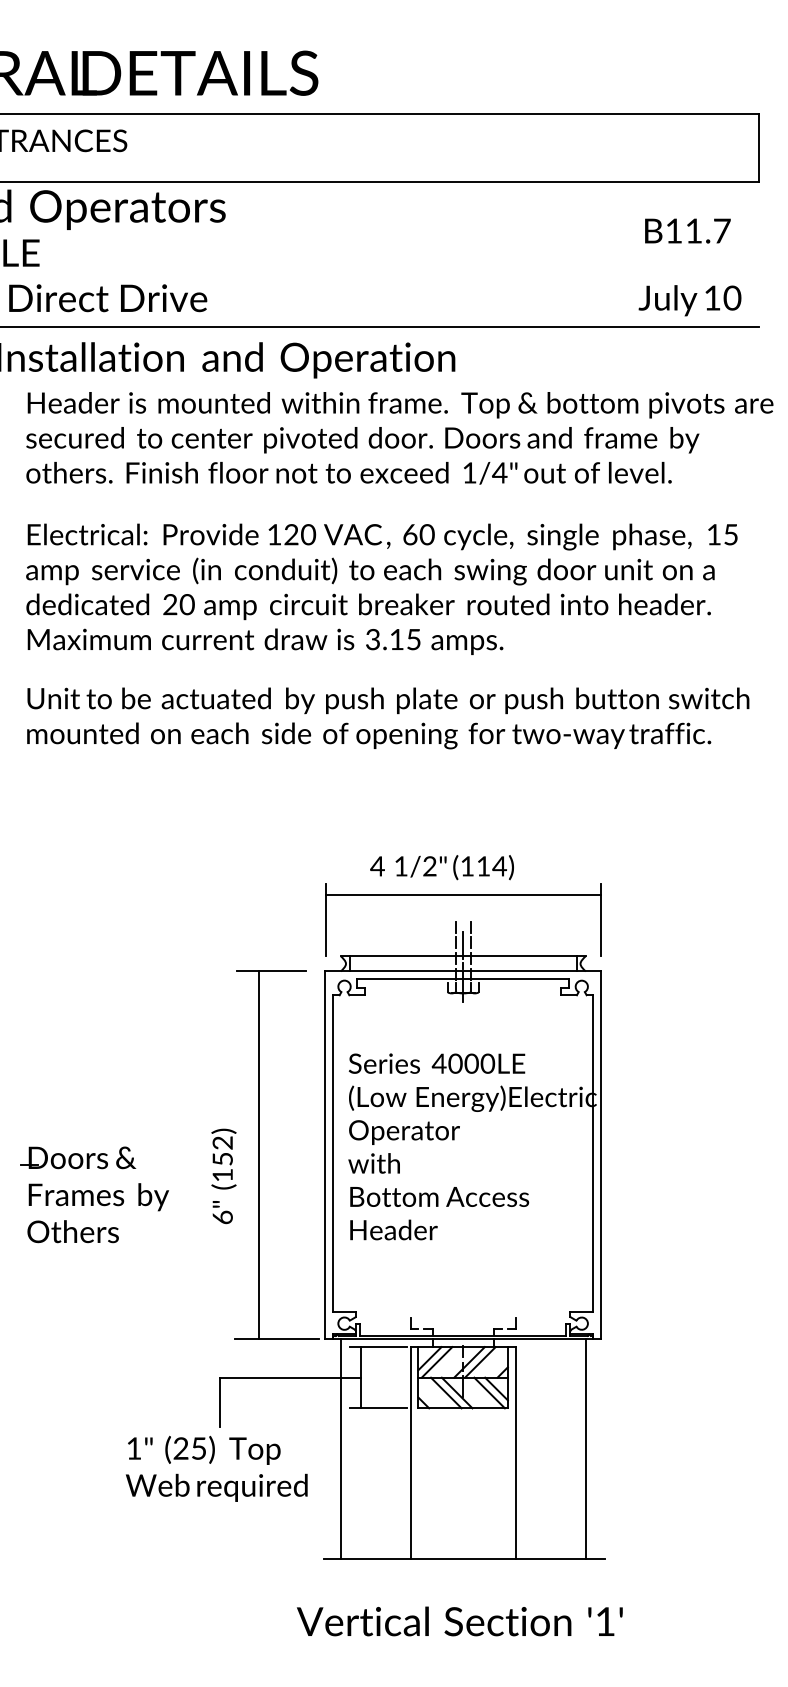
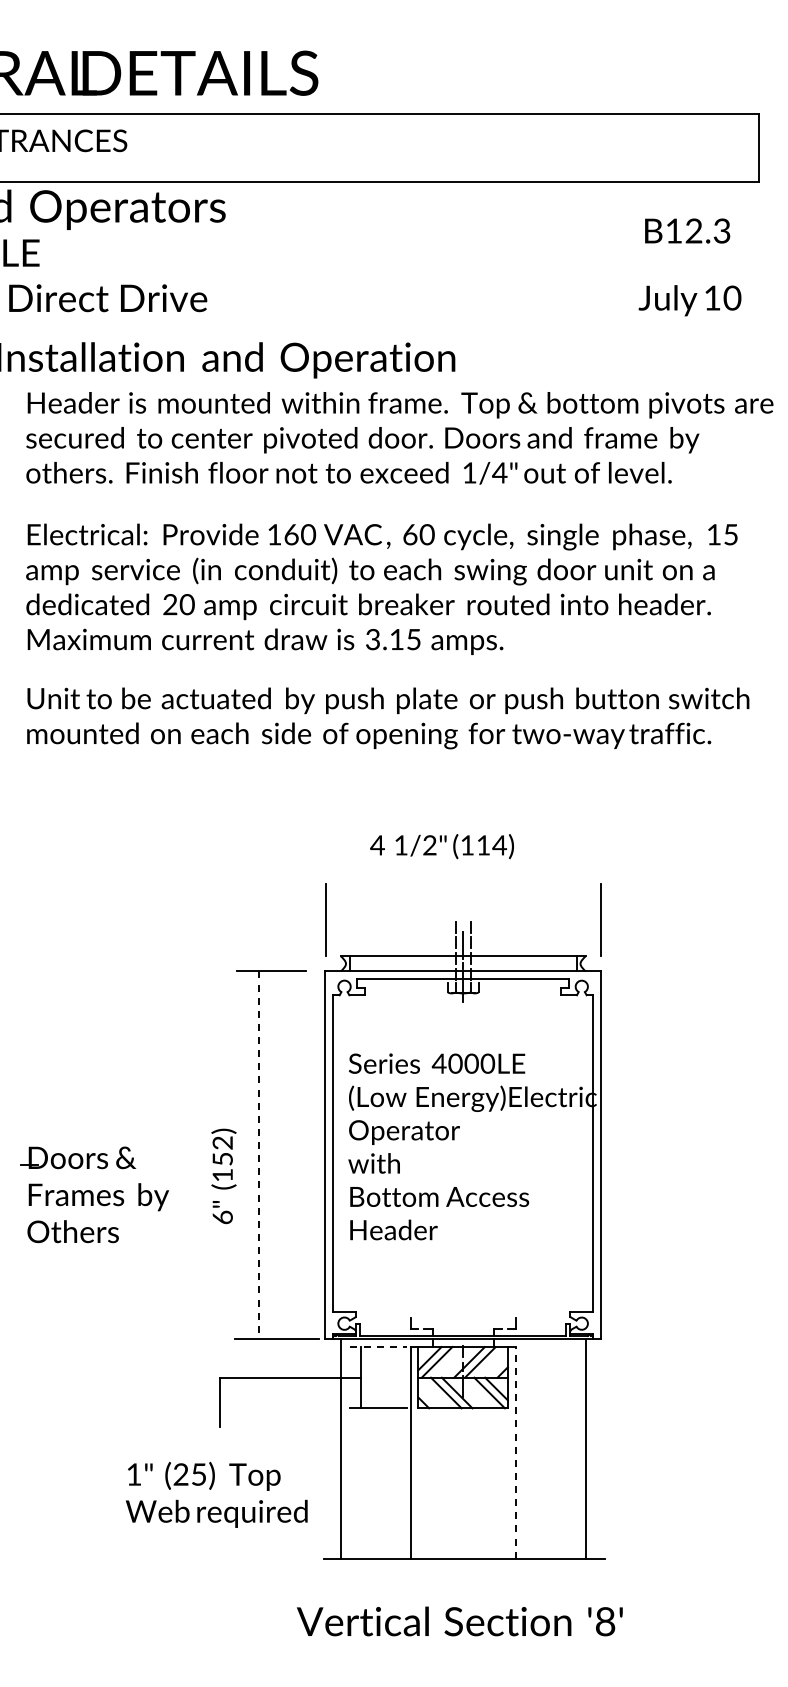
text at (707, 230): B11.7 -> B12.3
line at (380, 326): present -> none
text at (291, 534): 120 -> 160
text at (441, 867) position: (441, 867) -> (441, 846)
line at (462, 895): present -> none
line at (258, 1155): solid -> dashed
line at (379, 1347): solid -> dashed
line at (515, 1452): solid -> dashed
text at (216, 1468) position: (216, 1468) -> (216, 1494)
text at (605, 1621): '1' -> '8'
